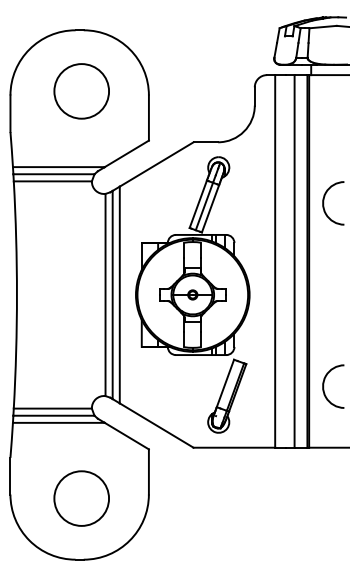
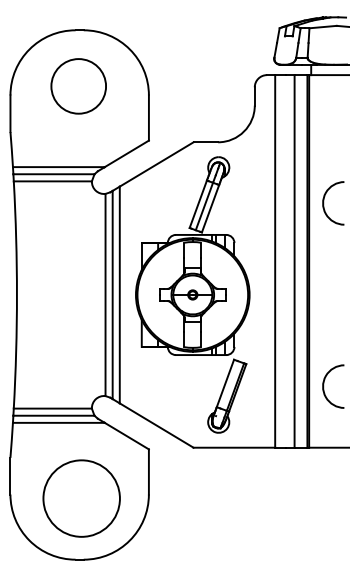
circle at (81, 91) position: (81, 91) -> (78, 86)
circle at (81, 498) diameter: 55 px -> 77 px
